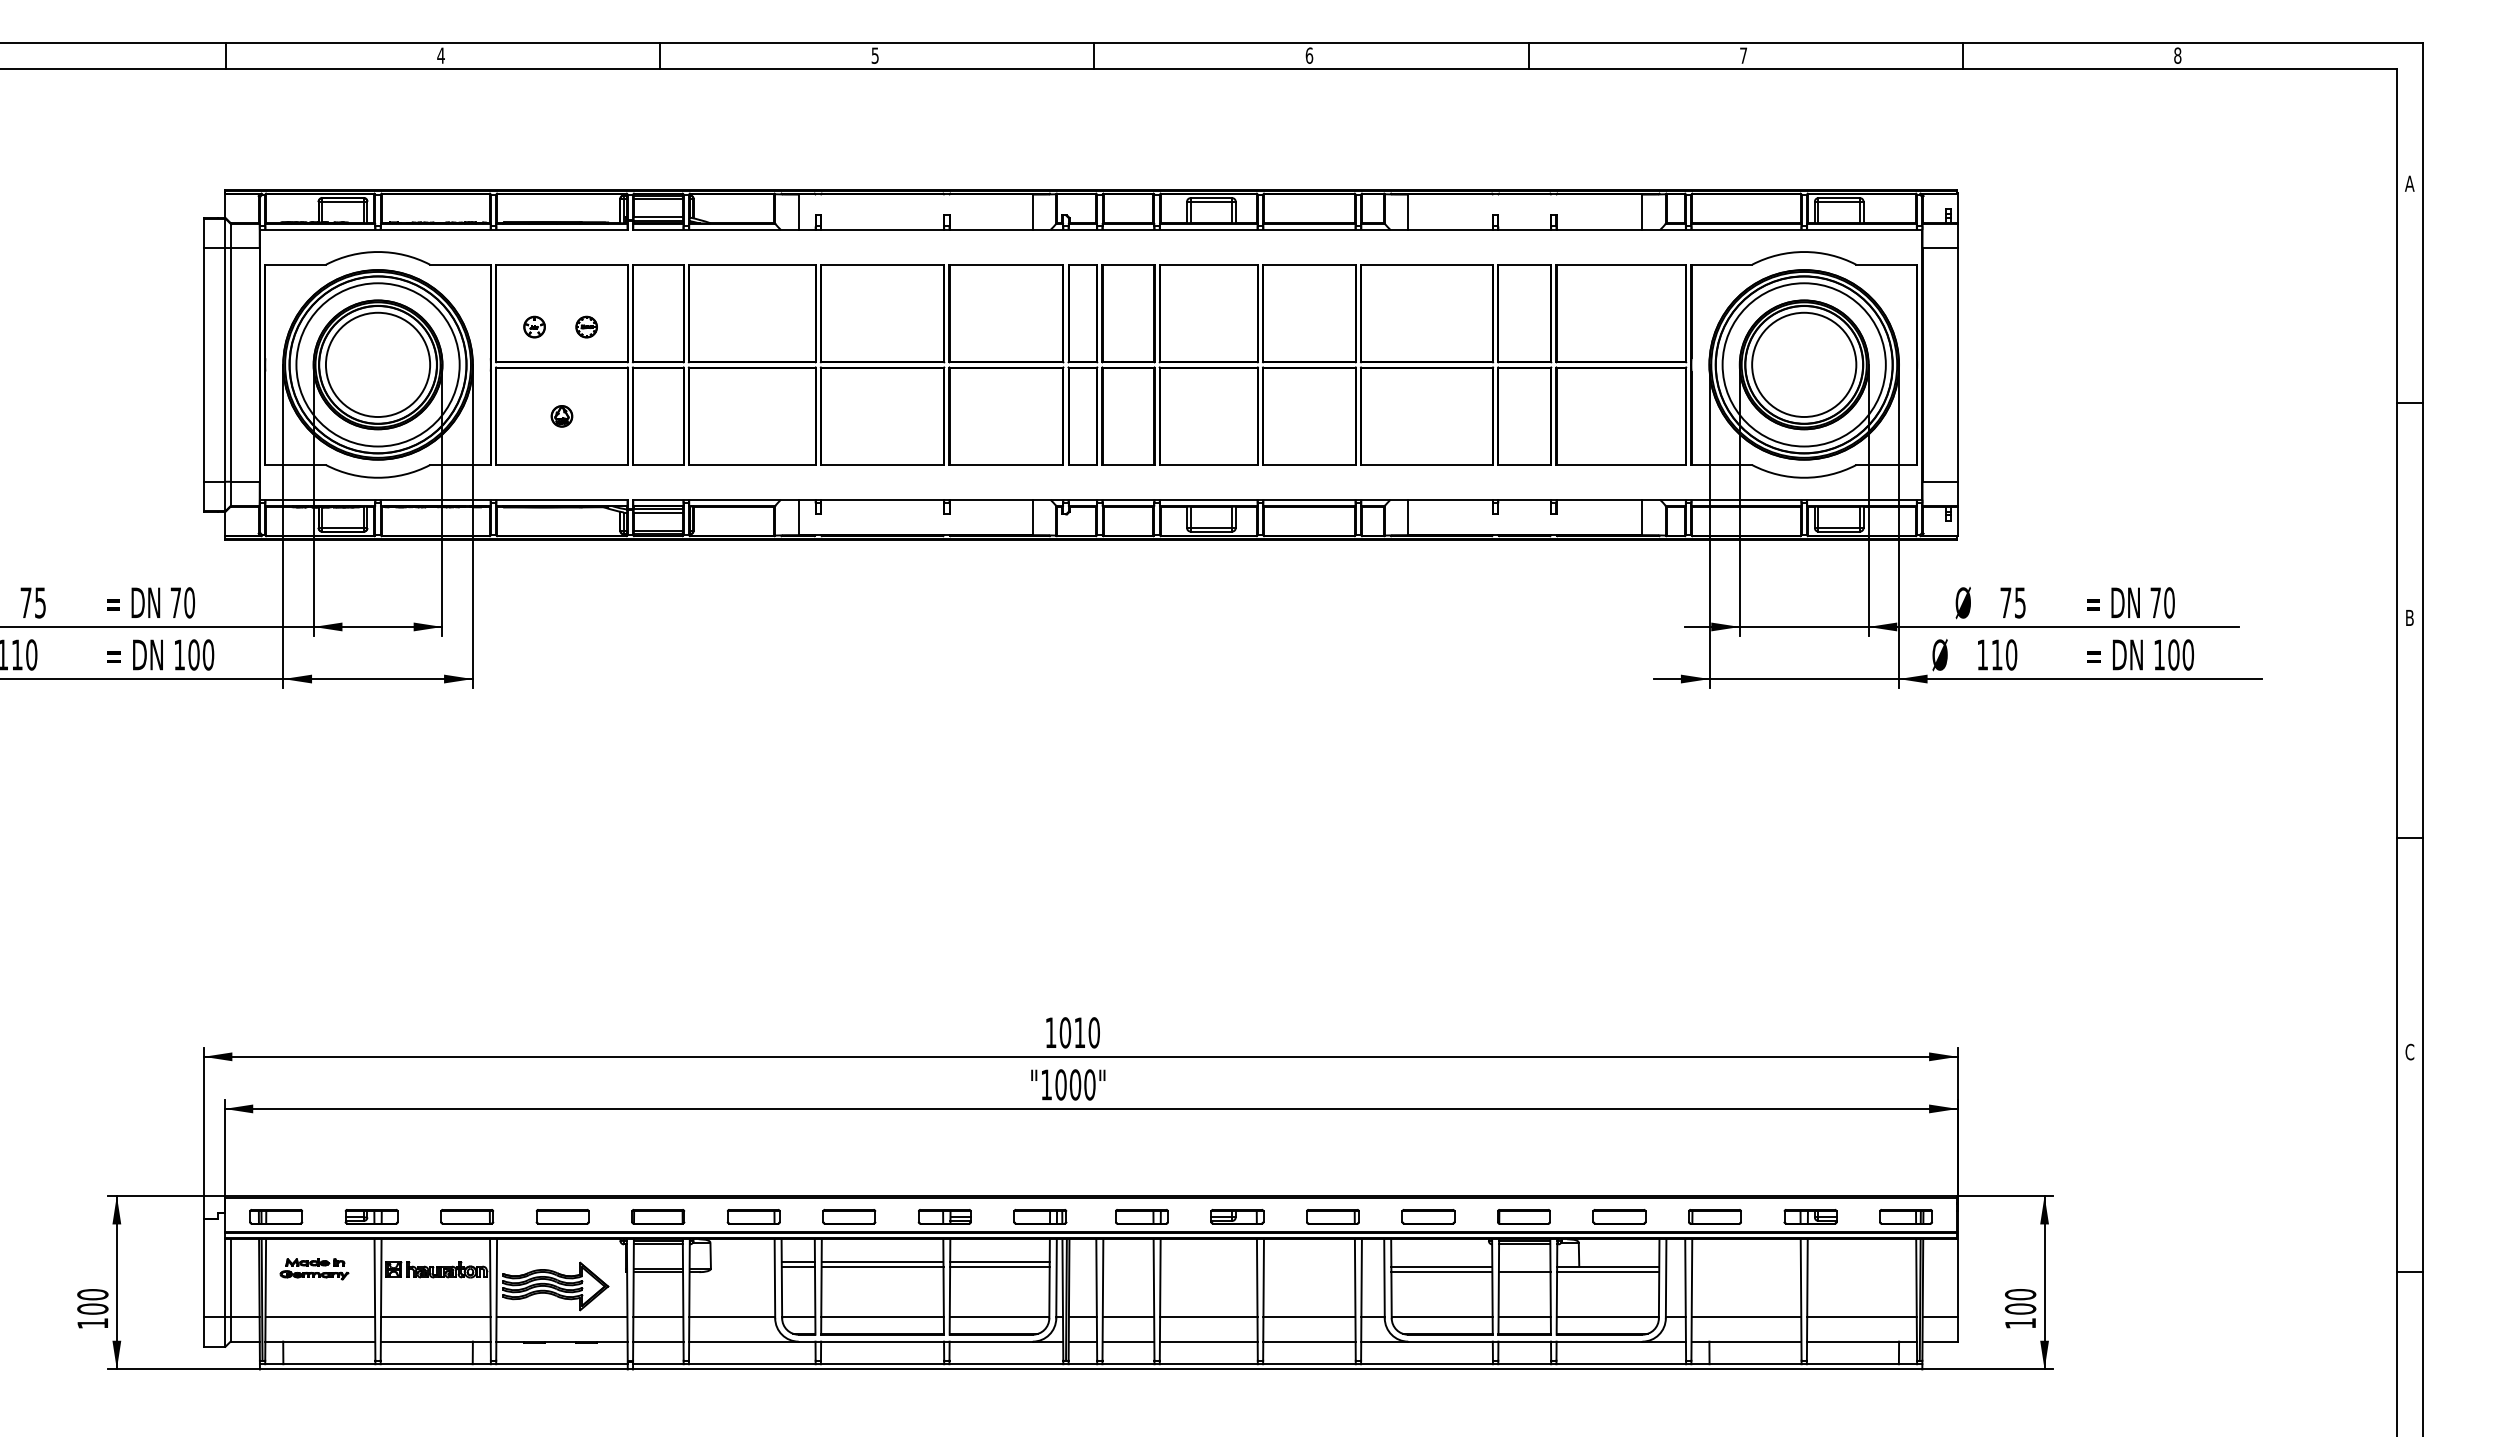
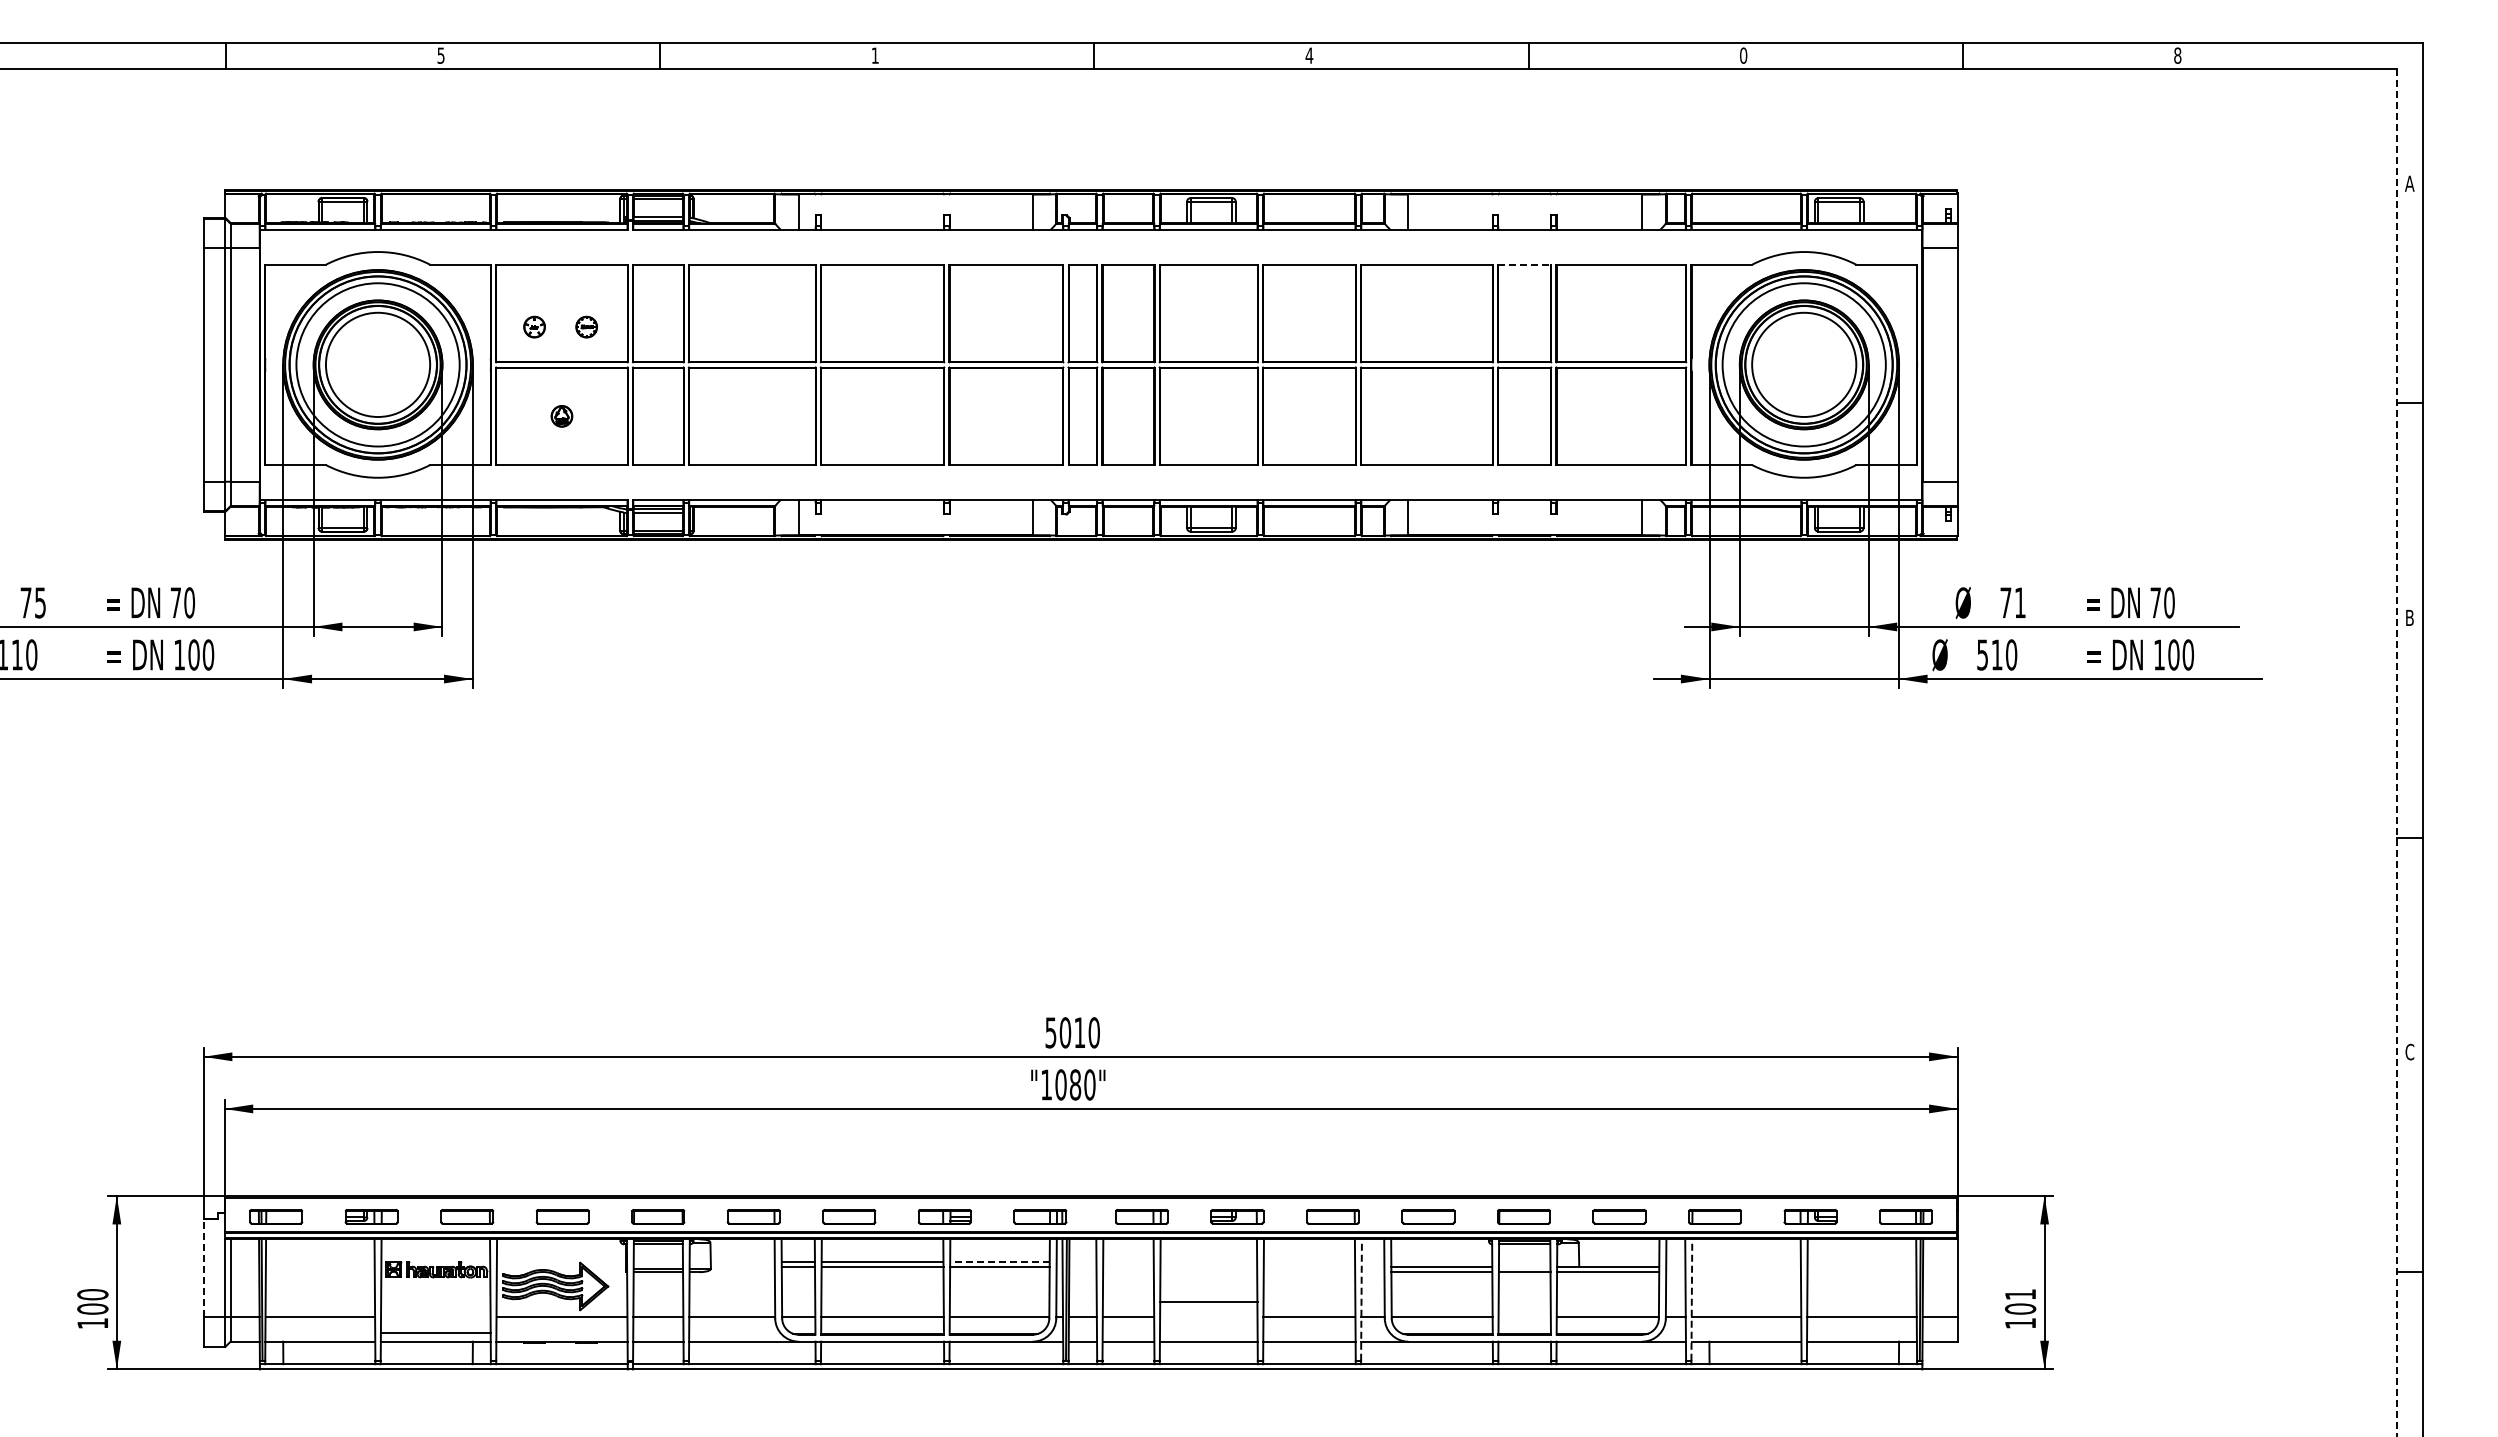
text at (440, 55): 4 -> 5
text at (874, 55): 5 -> 1
text at (1309, 55): 6 -> 4
text at (1743, 55): 7 -> 0
line at (1525, 264): solid -> dashed
text at (2020, 602): 75 -> 71
text at (1982, 654): 110 -> 510
line at (2397, 752): solid -> dashed
text at (1050, 1032): 1010 -> 5010
text at (1075, 1084): "1000" -> "1080"
line at (999, 1261): solid -> dashed
line at (203, 1267): solid -> dashed
part at (314, 1269): present -> none
text at (2020, 1294): 100 -> 101
line at (1361, 1299): solid -> dashed
line at (1691, 1299): solid -> dashed
line at (435, 1317) position: (435, 1317) -> (435, 1333)
line at (1208, 1317) position: (1208, 1317) -> (1208, 1302)
line at (1524, 1317): present -> none
